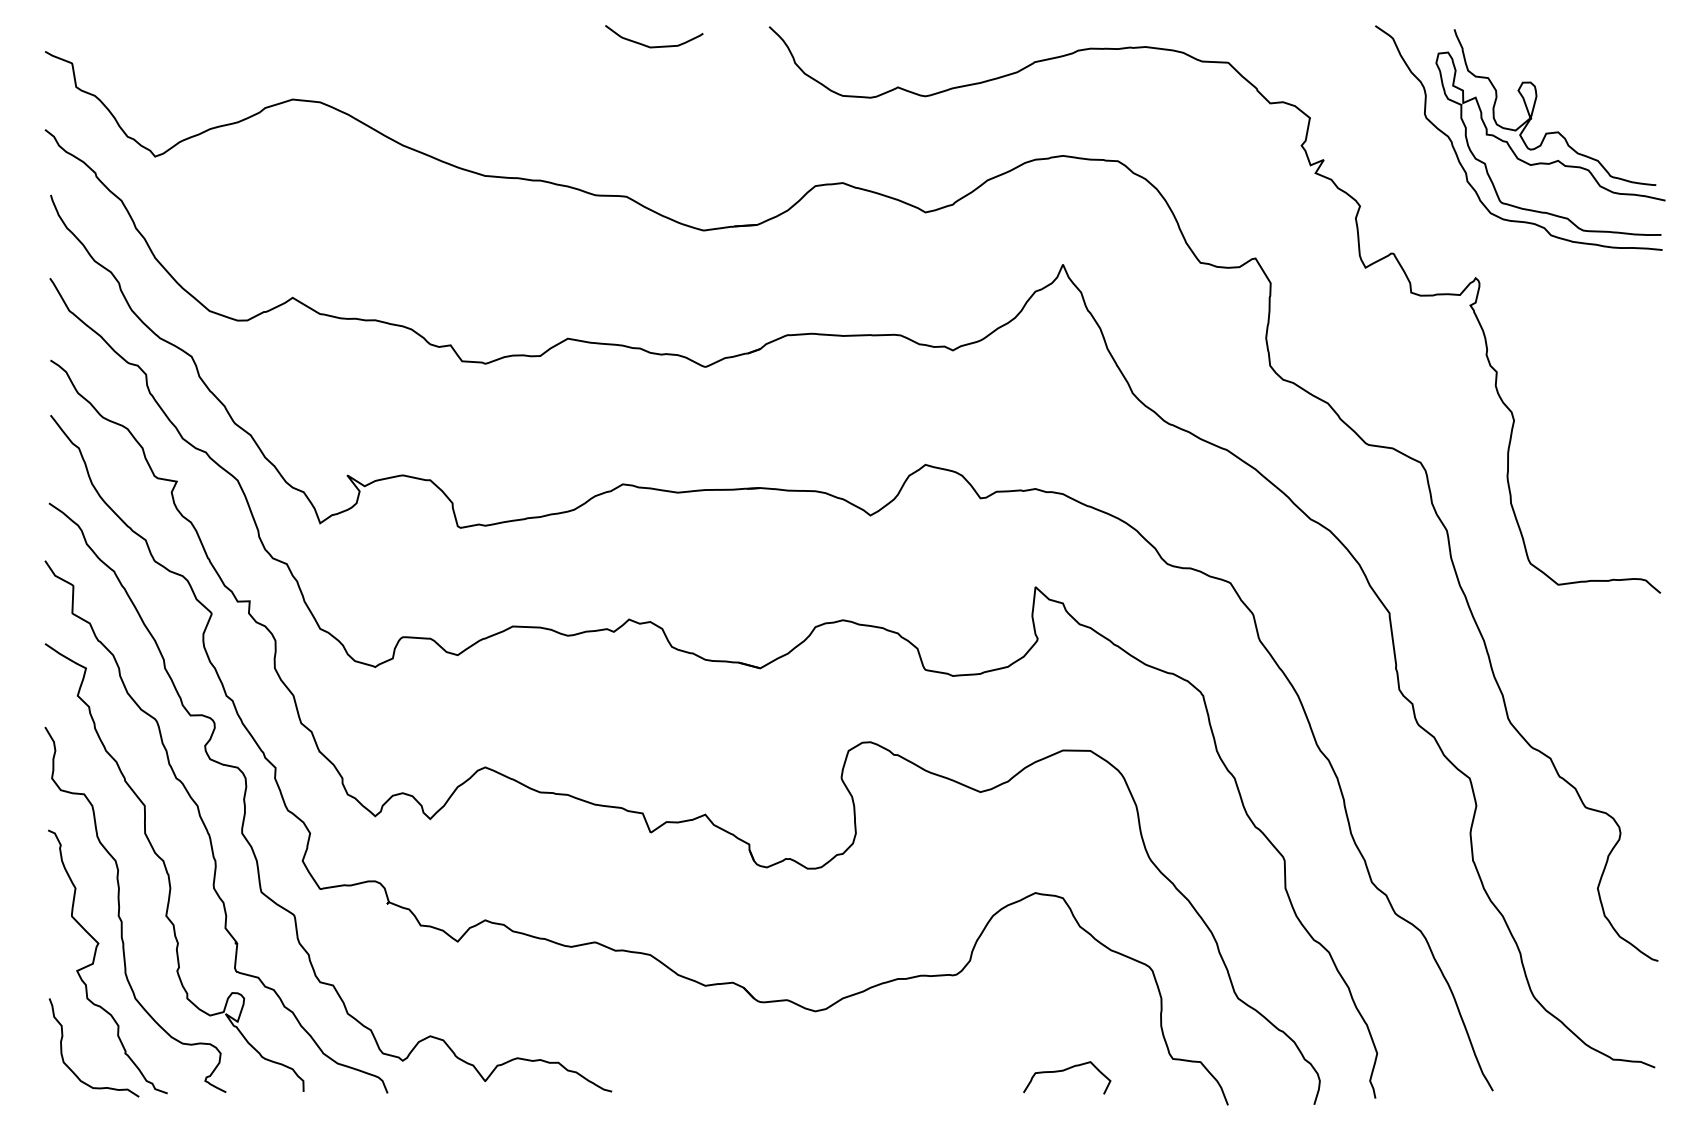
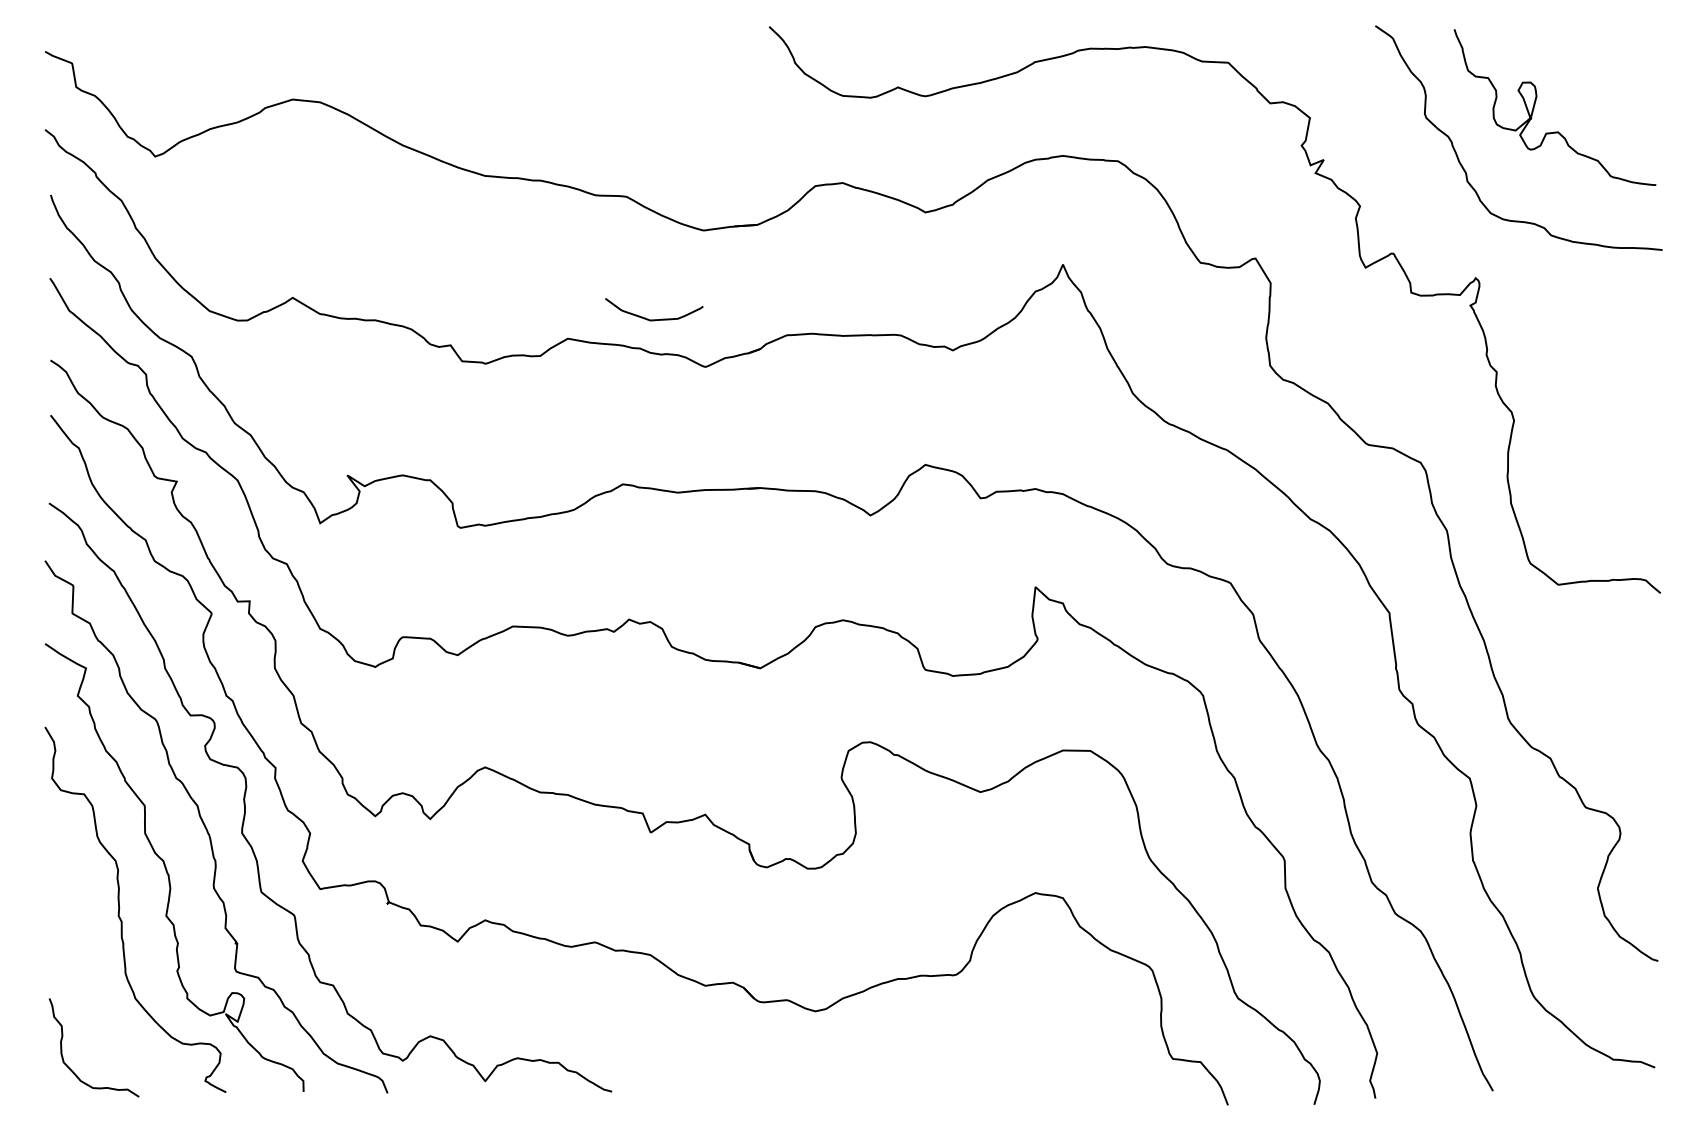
curve at (654, 46) position: (654, 46) -> (654, 319)
curve at (1555, 160): present -> none
curve at (95, 957): present -> none
curve at (1064, 1071): present -> none
